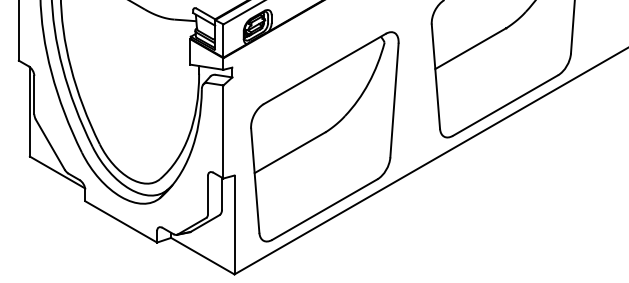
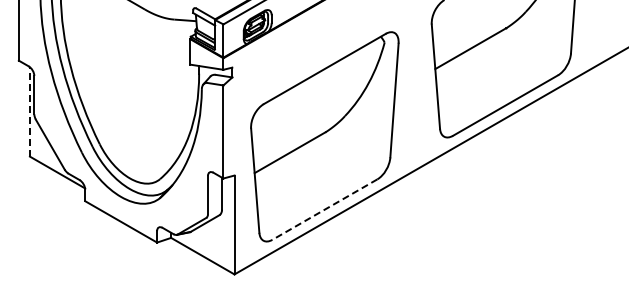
line at (29, 111): solid -> dashed
line at (324, 209): solid -> dashed
